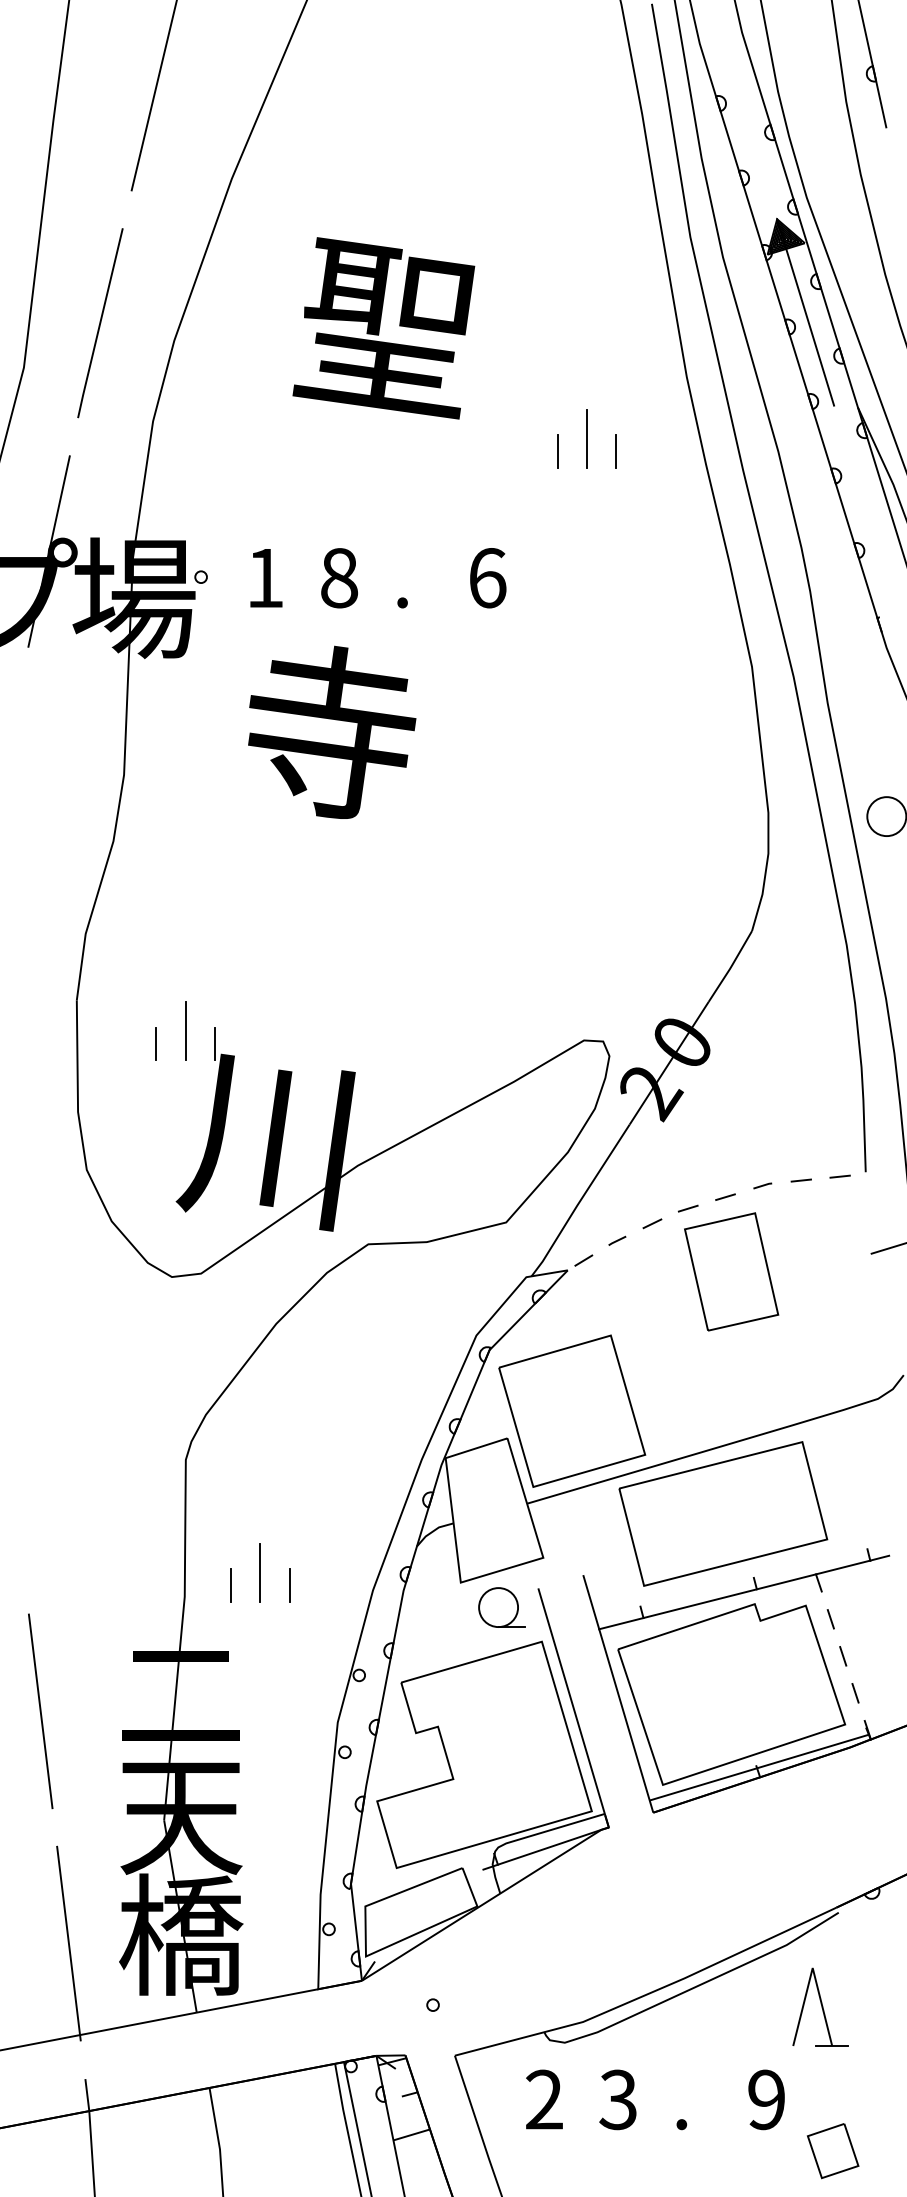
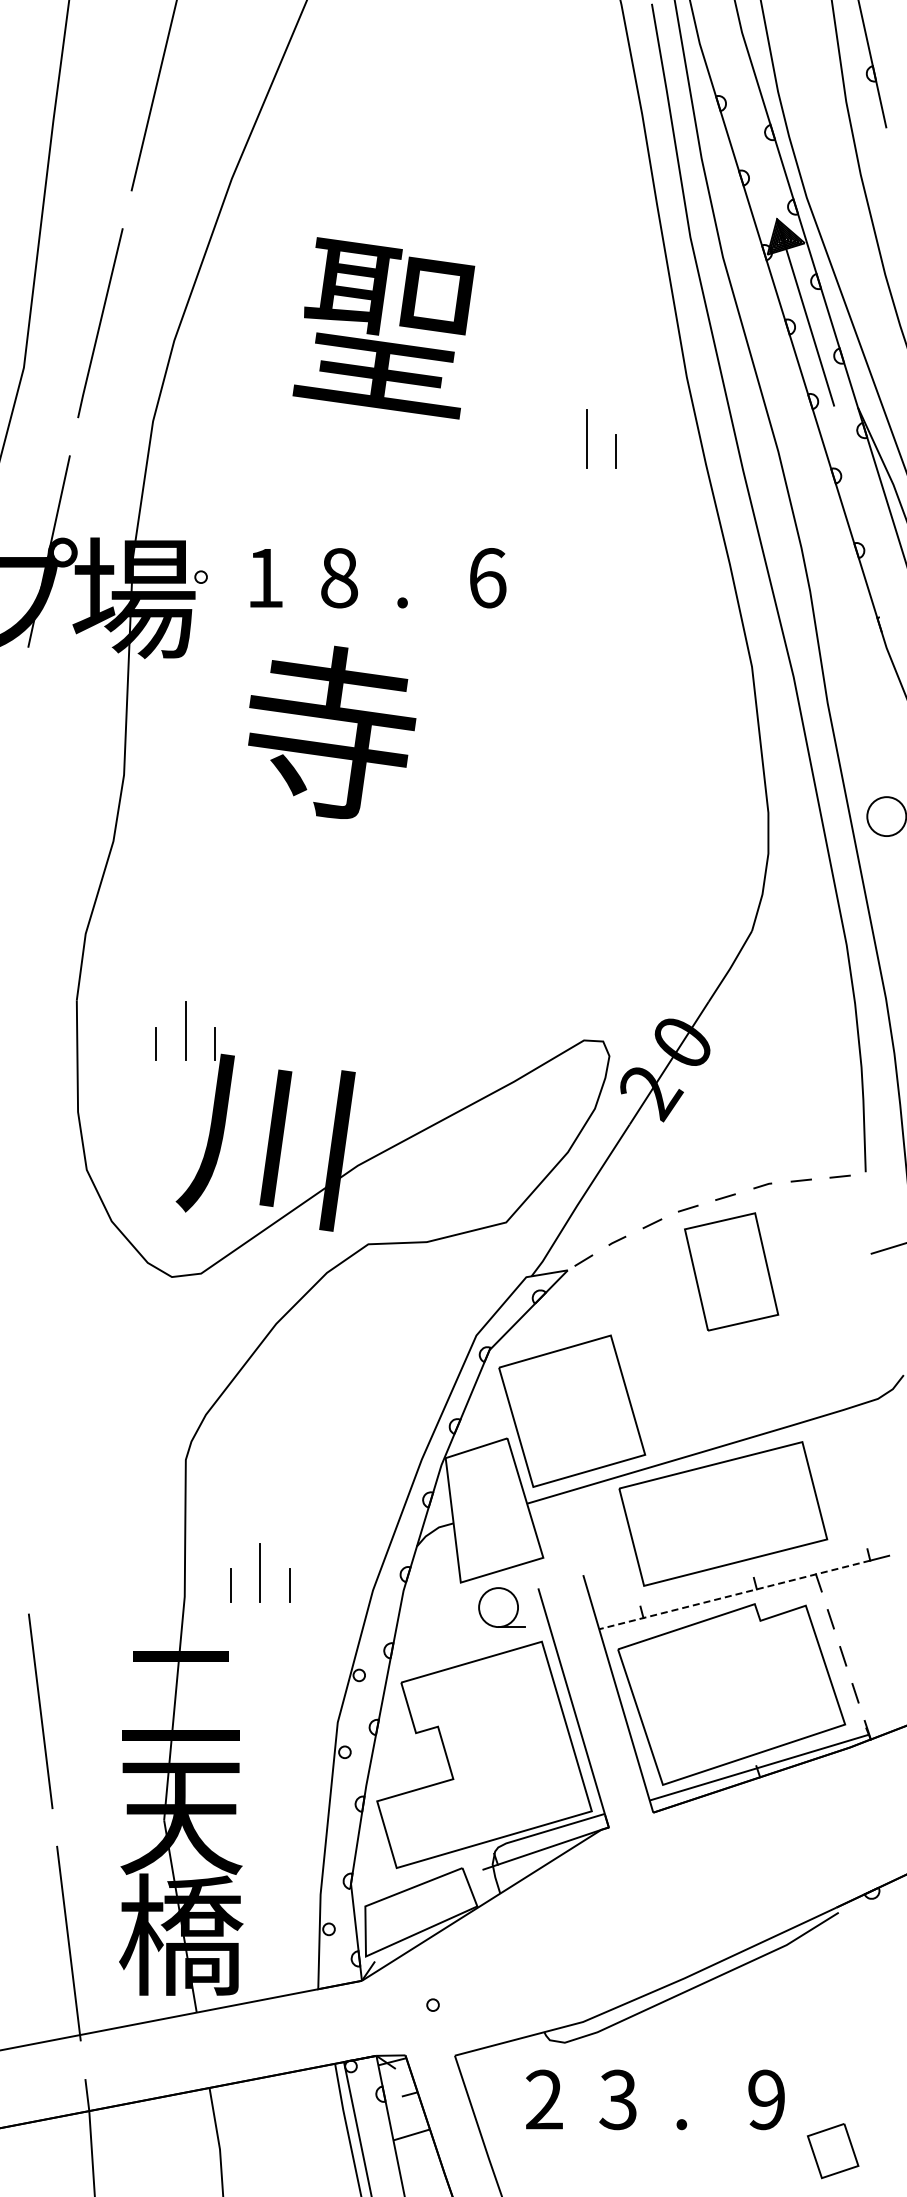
line at (557, 451): present -> none
line at (734, 1594): solid -> dashed
part at (820, 2006): present -> none
